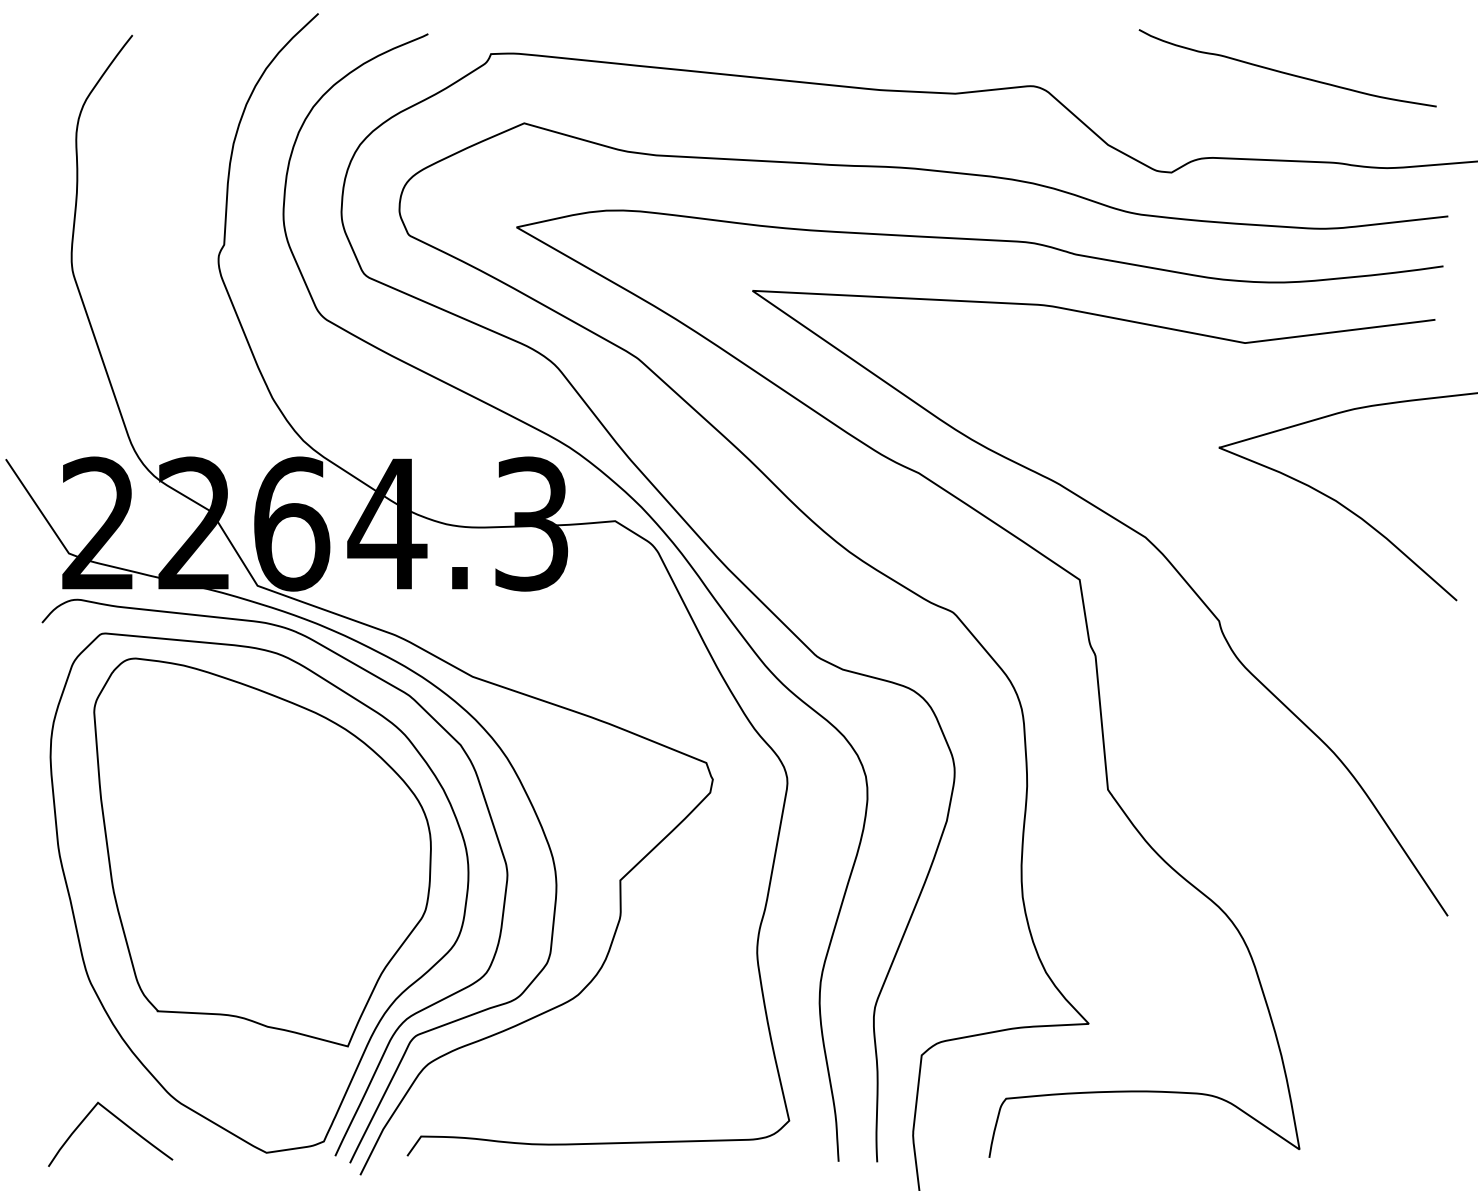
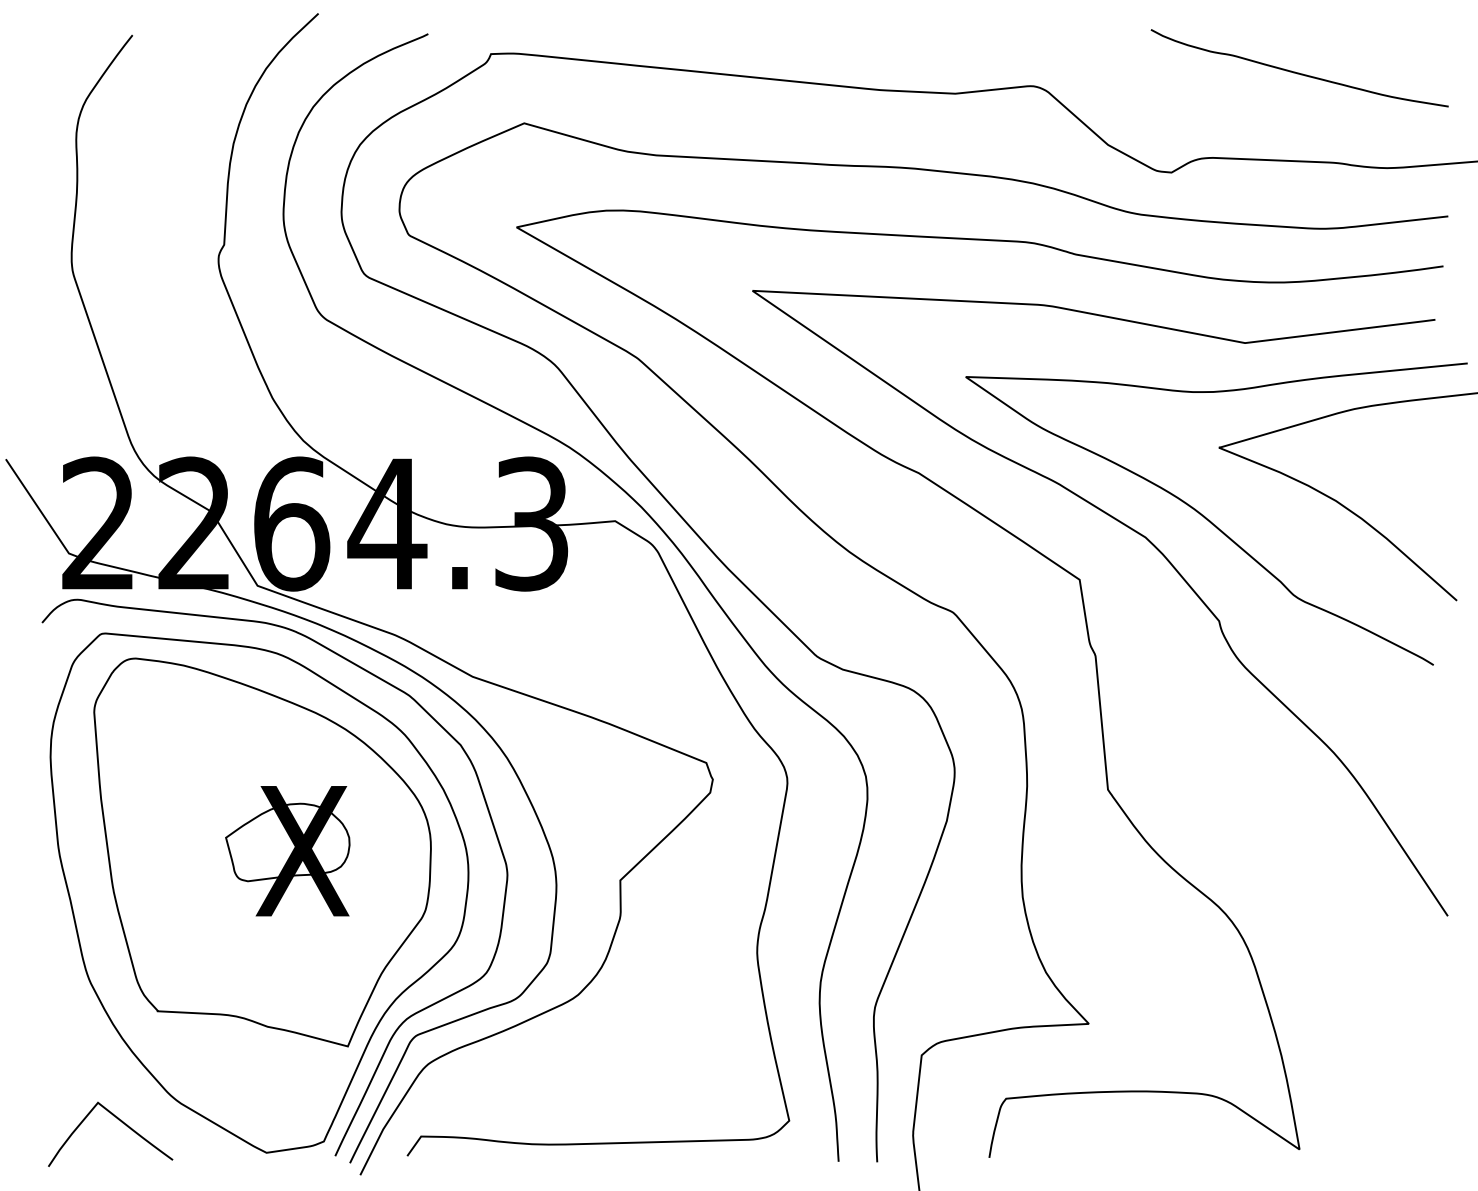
curve at (1287, 72) position: (1287, 72) -> (1299, 72)
curve at (1209, 519): none -> present
part at (287, 851): none -> present
